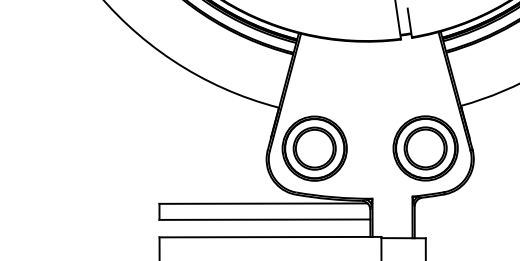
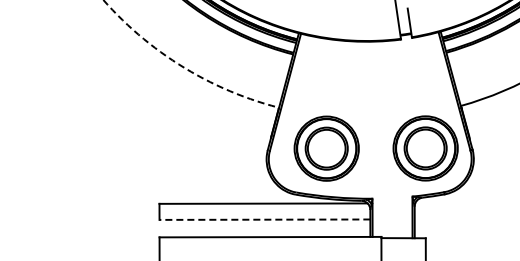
arc at (182, 66): solid -> dashed
part at (314, 148) position: (314, 148) -> (326, 148)
line at (264, 219): solid -> dashed
